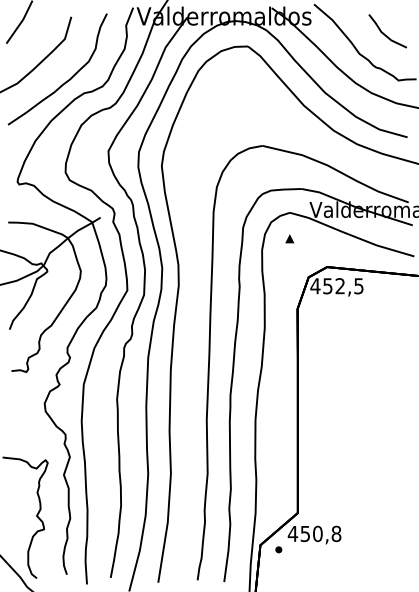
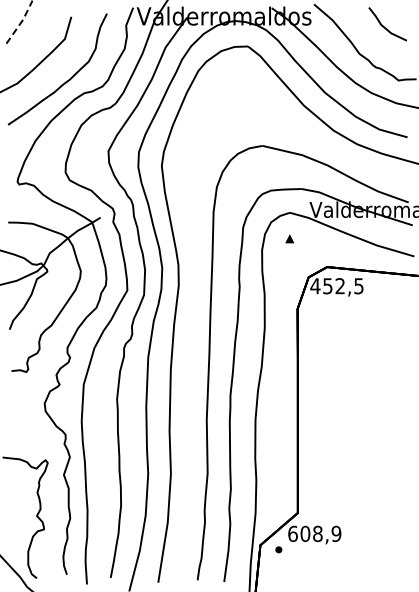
line at (21, 21): solid -> dashed
line at (384, 33) position: (384, 33) -> (384, 26)
text at (314, 533): 450,8 -> 608,9
